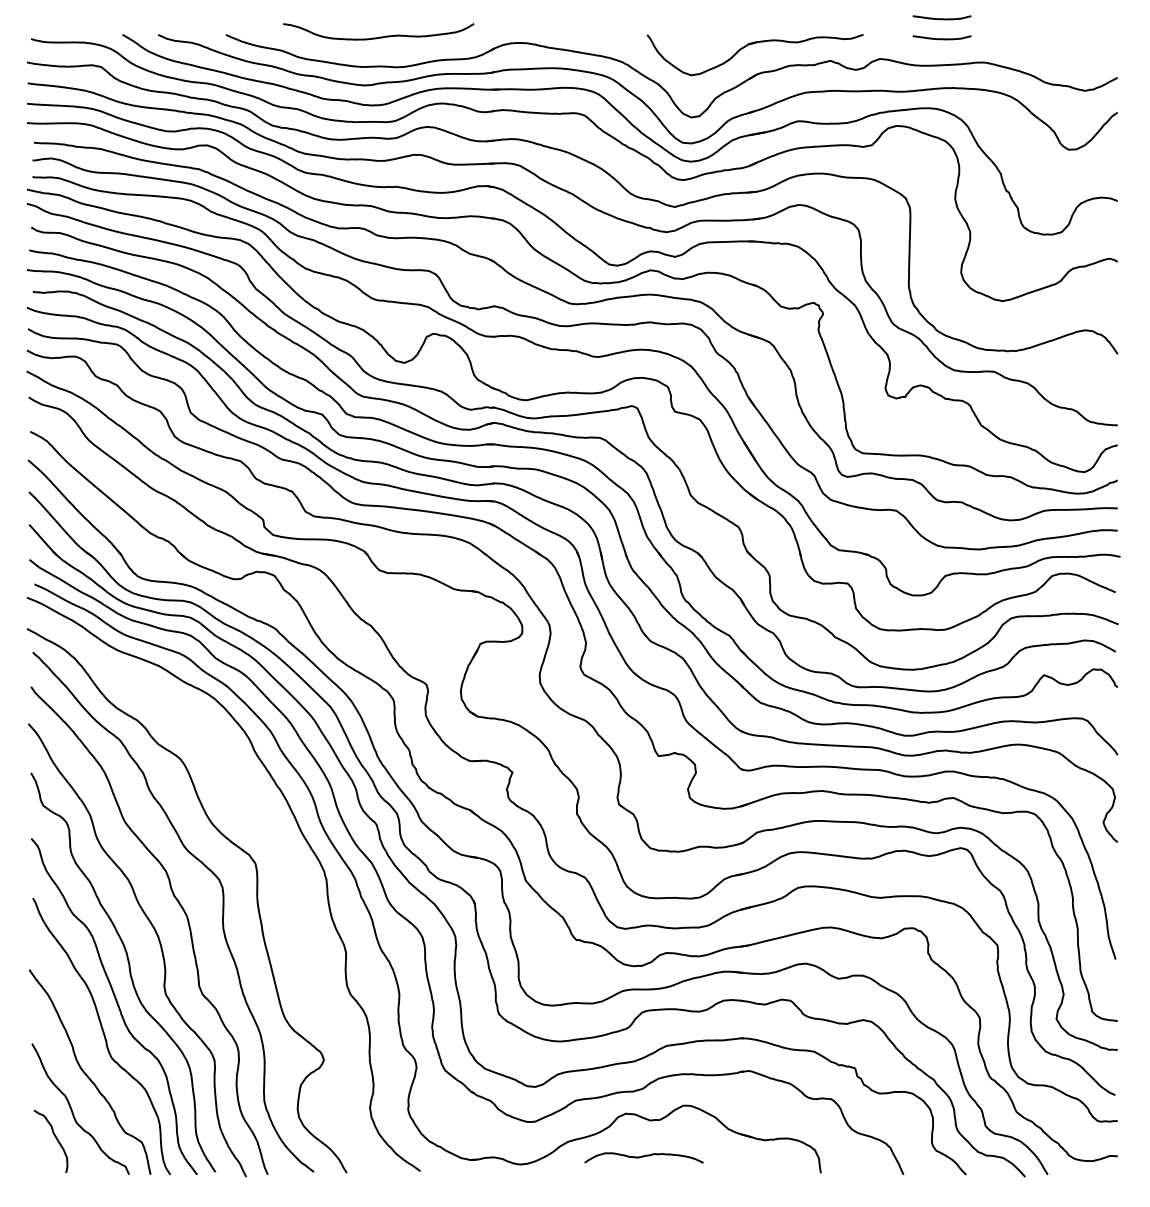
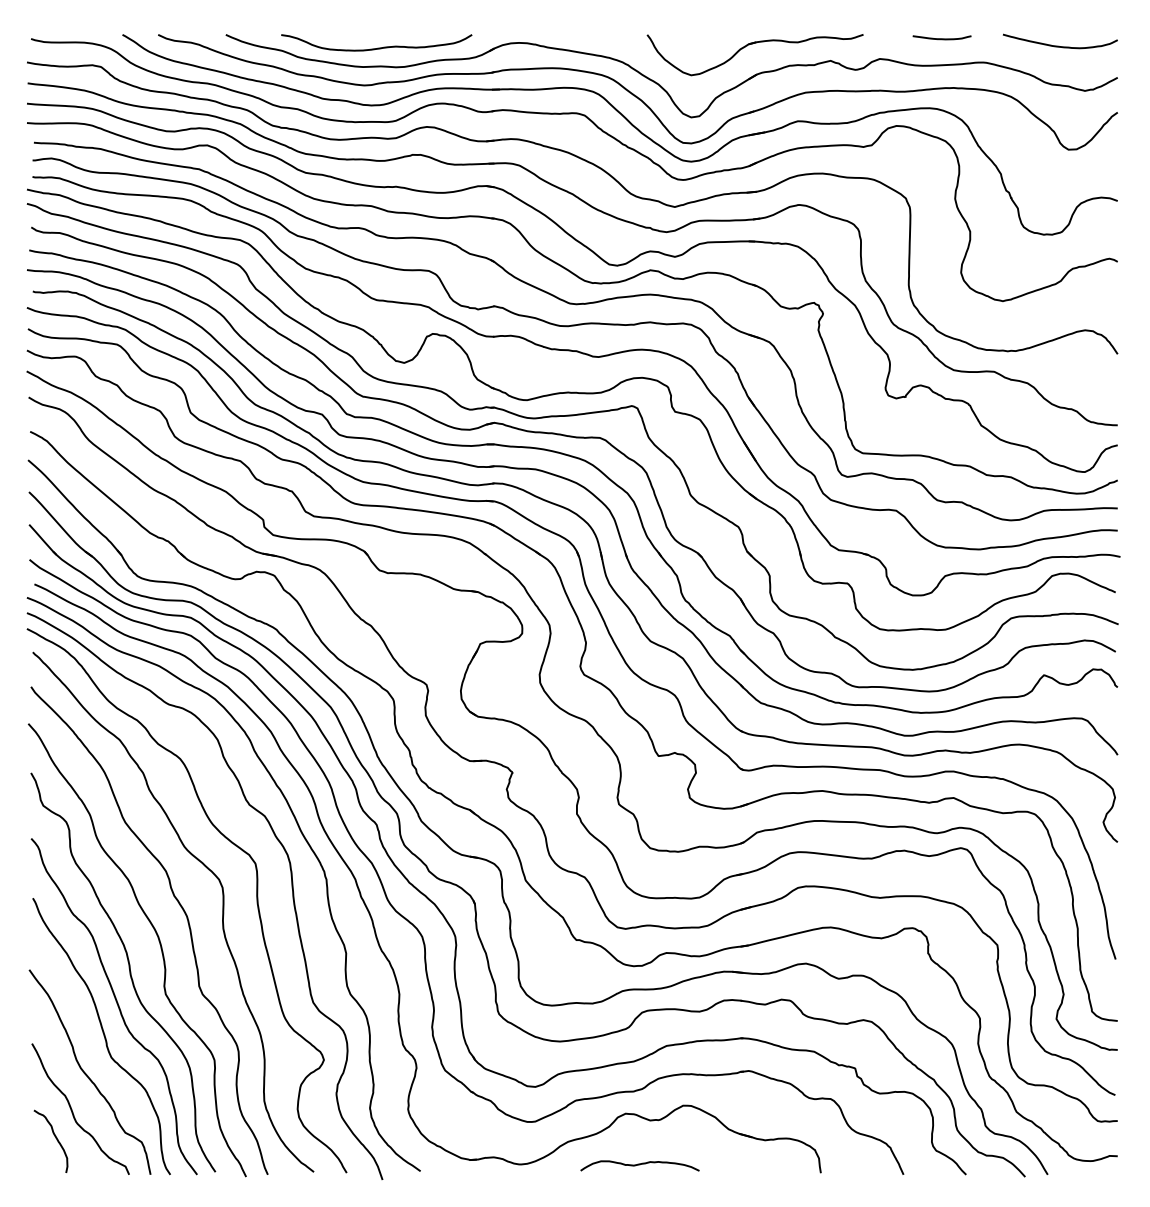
curve at (941, 18): present -> none
curve at (379, 36) position: (379, 36) -> (377, 47)
curve at (1058, 45): none -> present
curve at (291, 888): none -> present
curve at (643, 1157) position: (643, 1157) -> (639, 1165)
